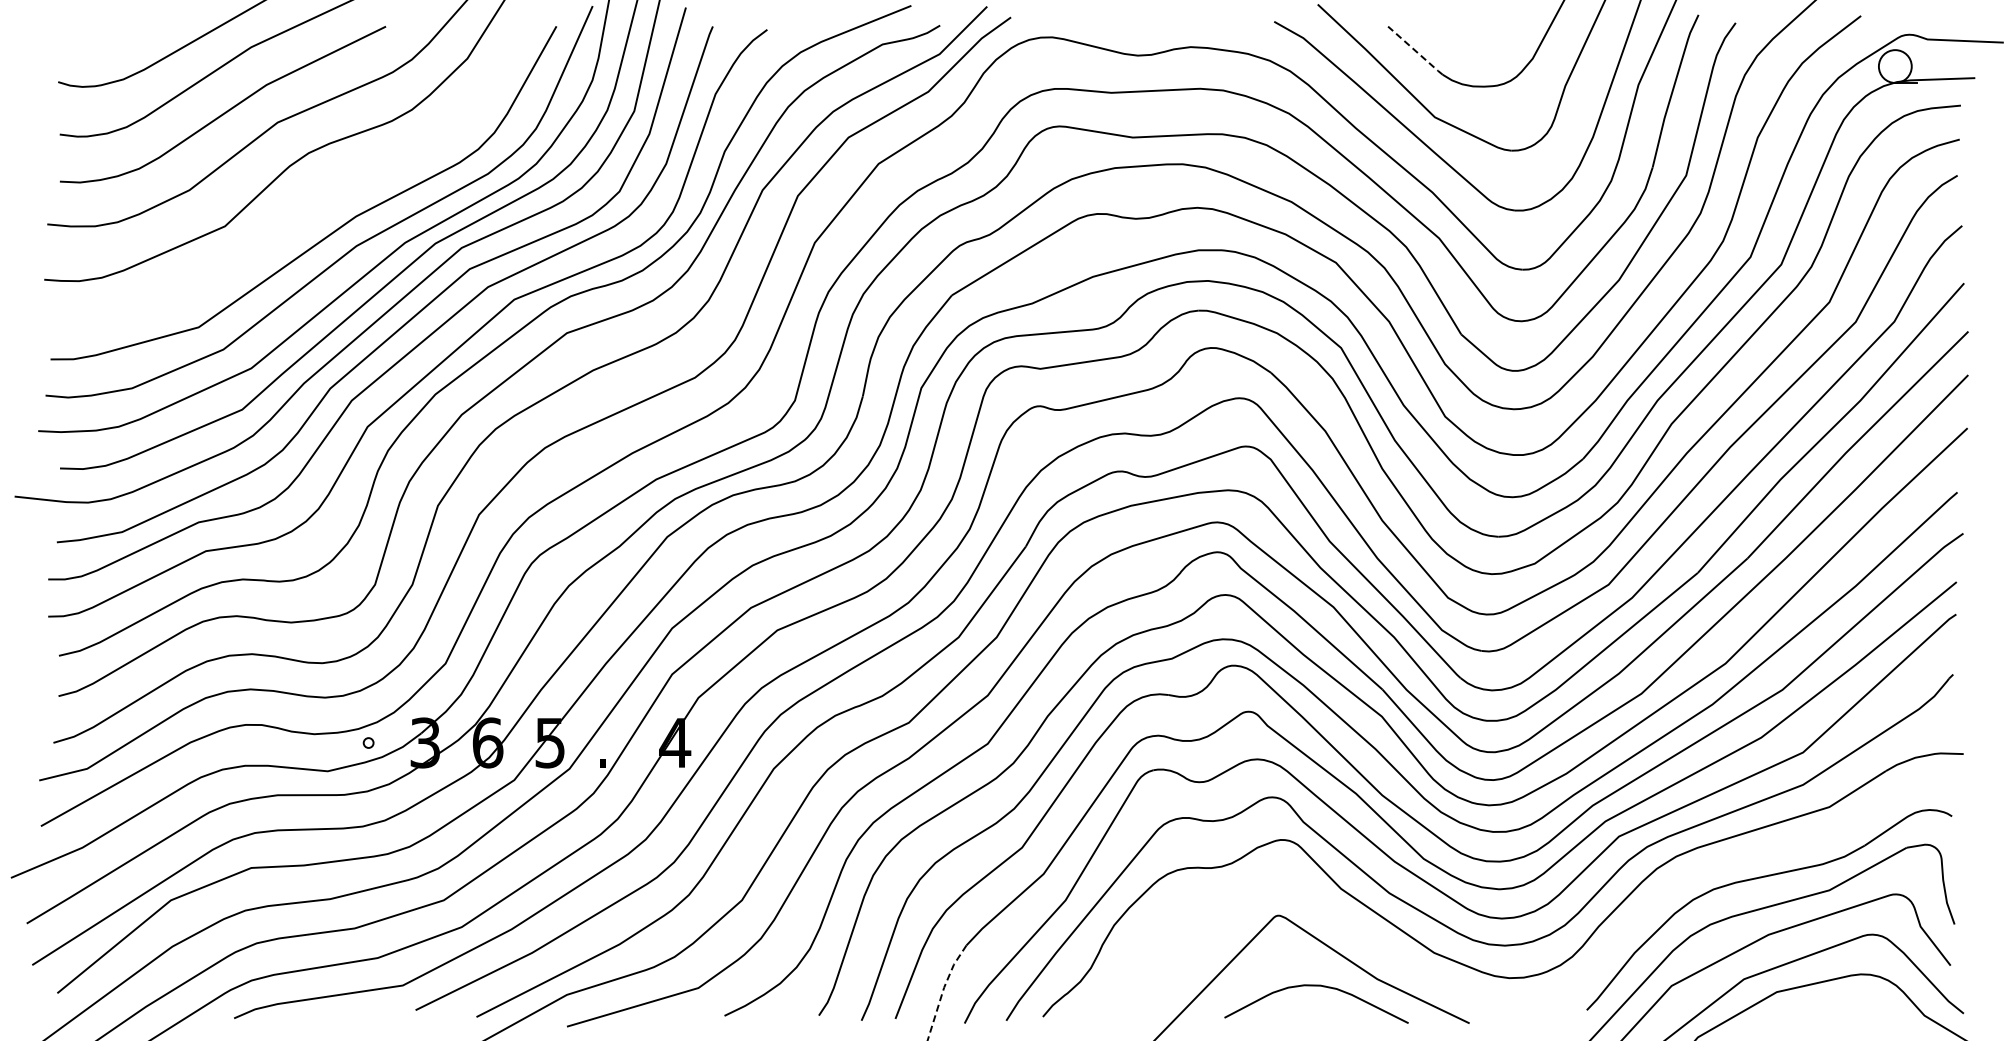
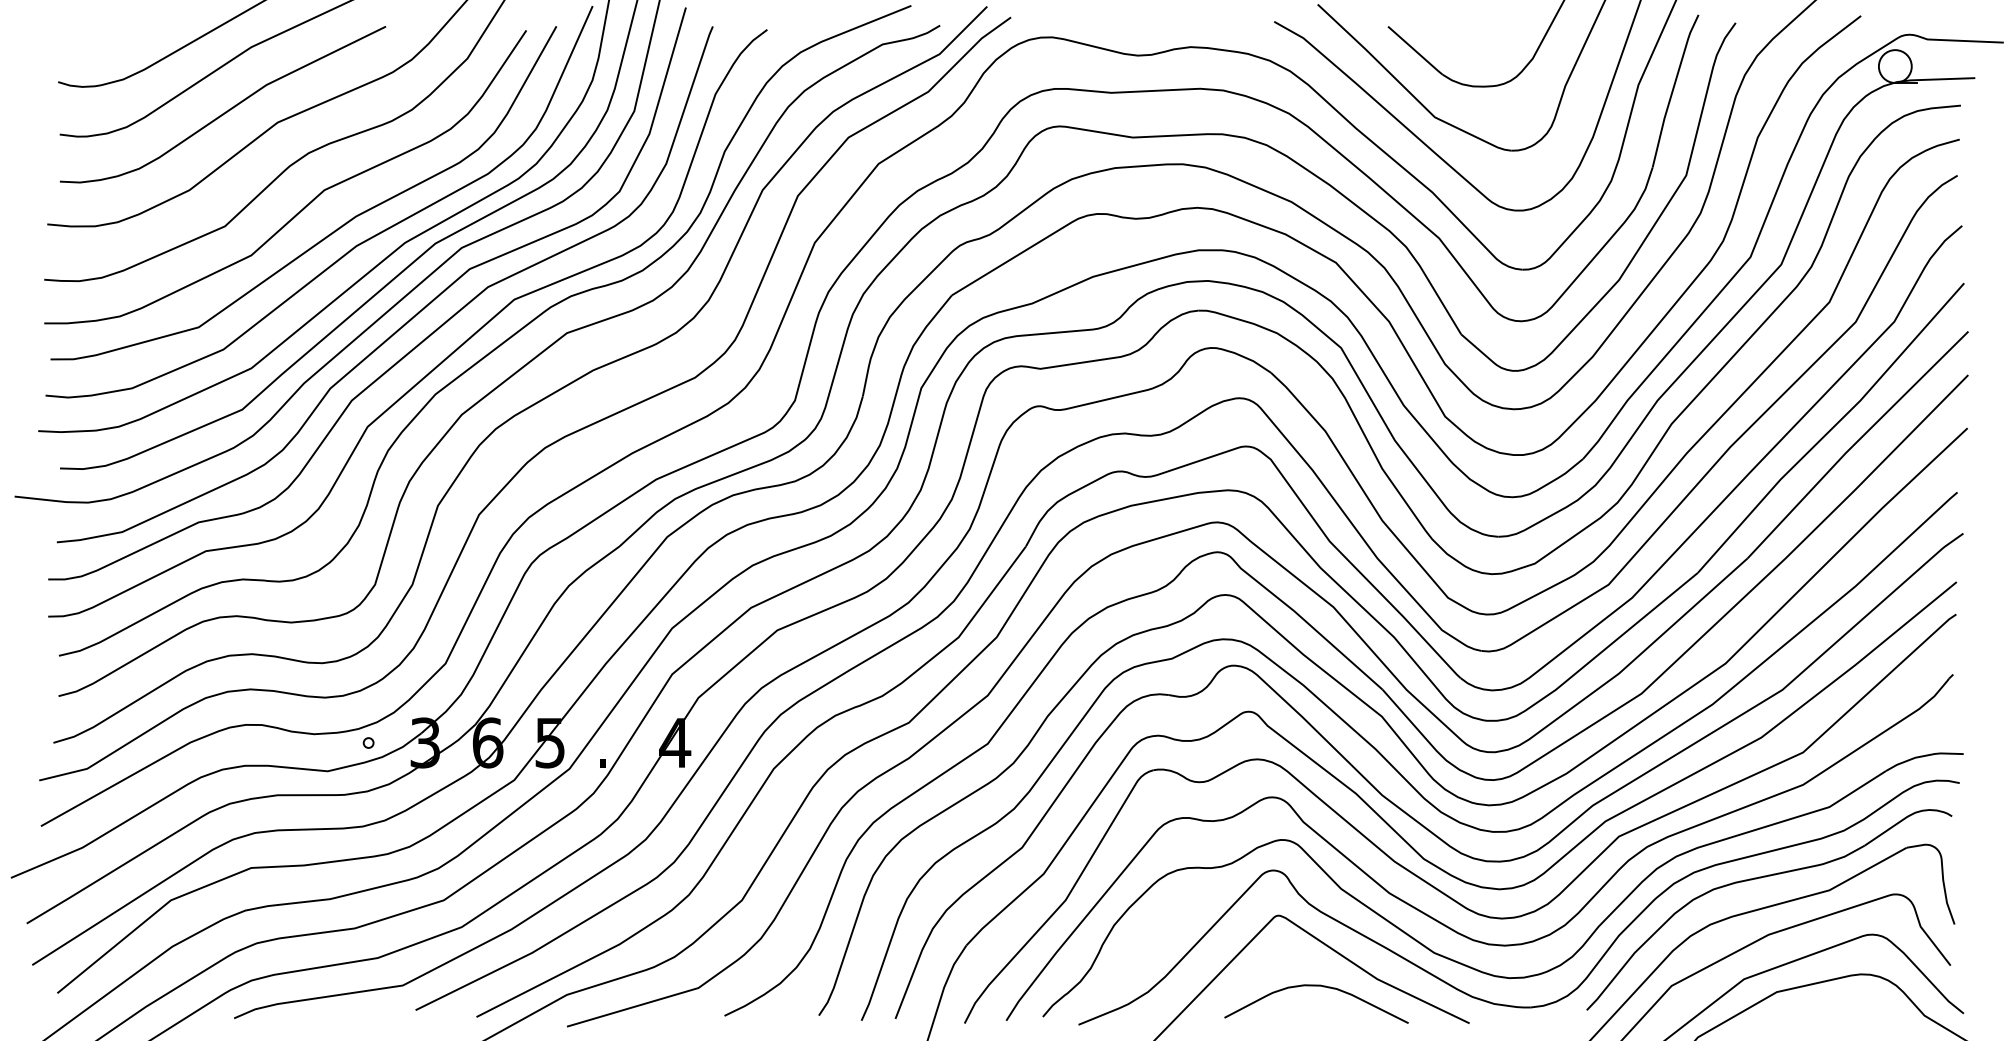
line at (1415, 51): dashed -> solid
curve at (306, 204): none -> present
part at (1594, 965): none -> present
line at (943, 990): dashed -> solid
